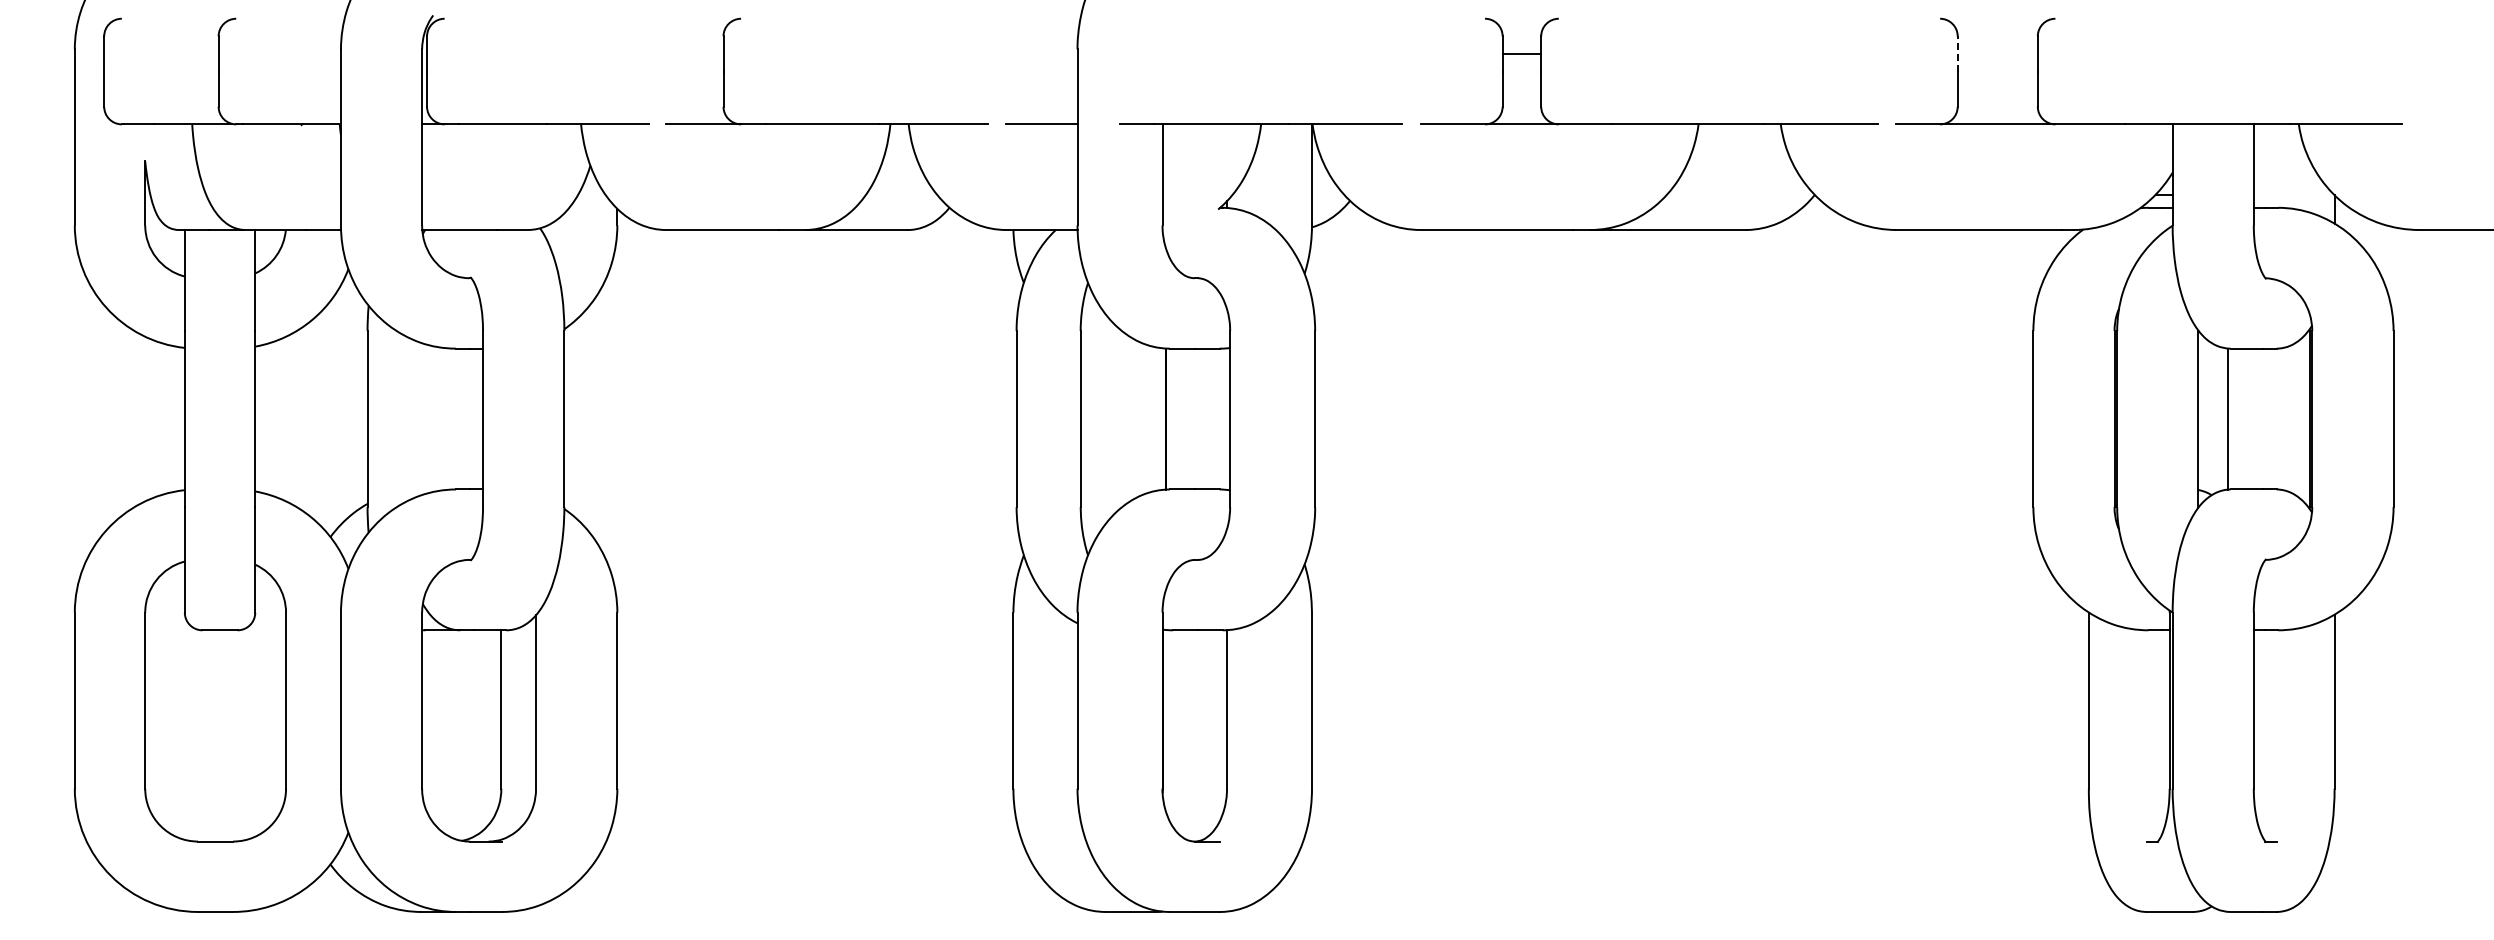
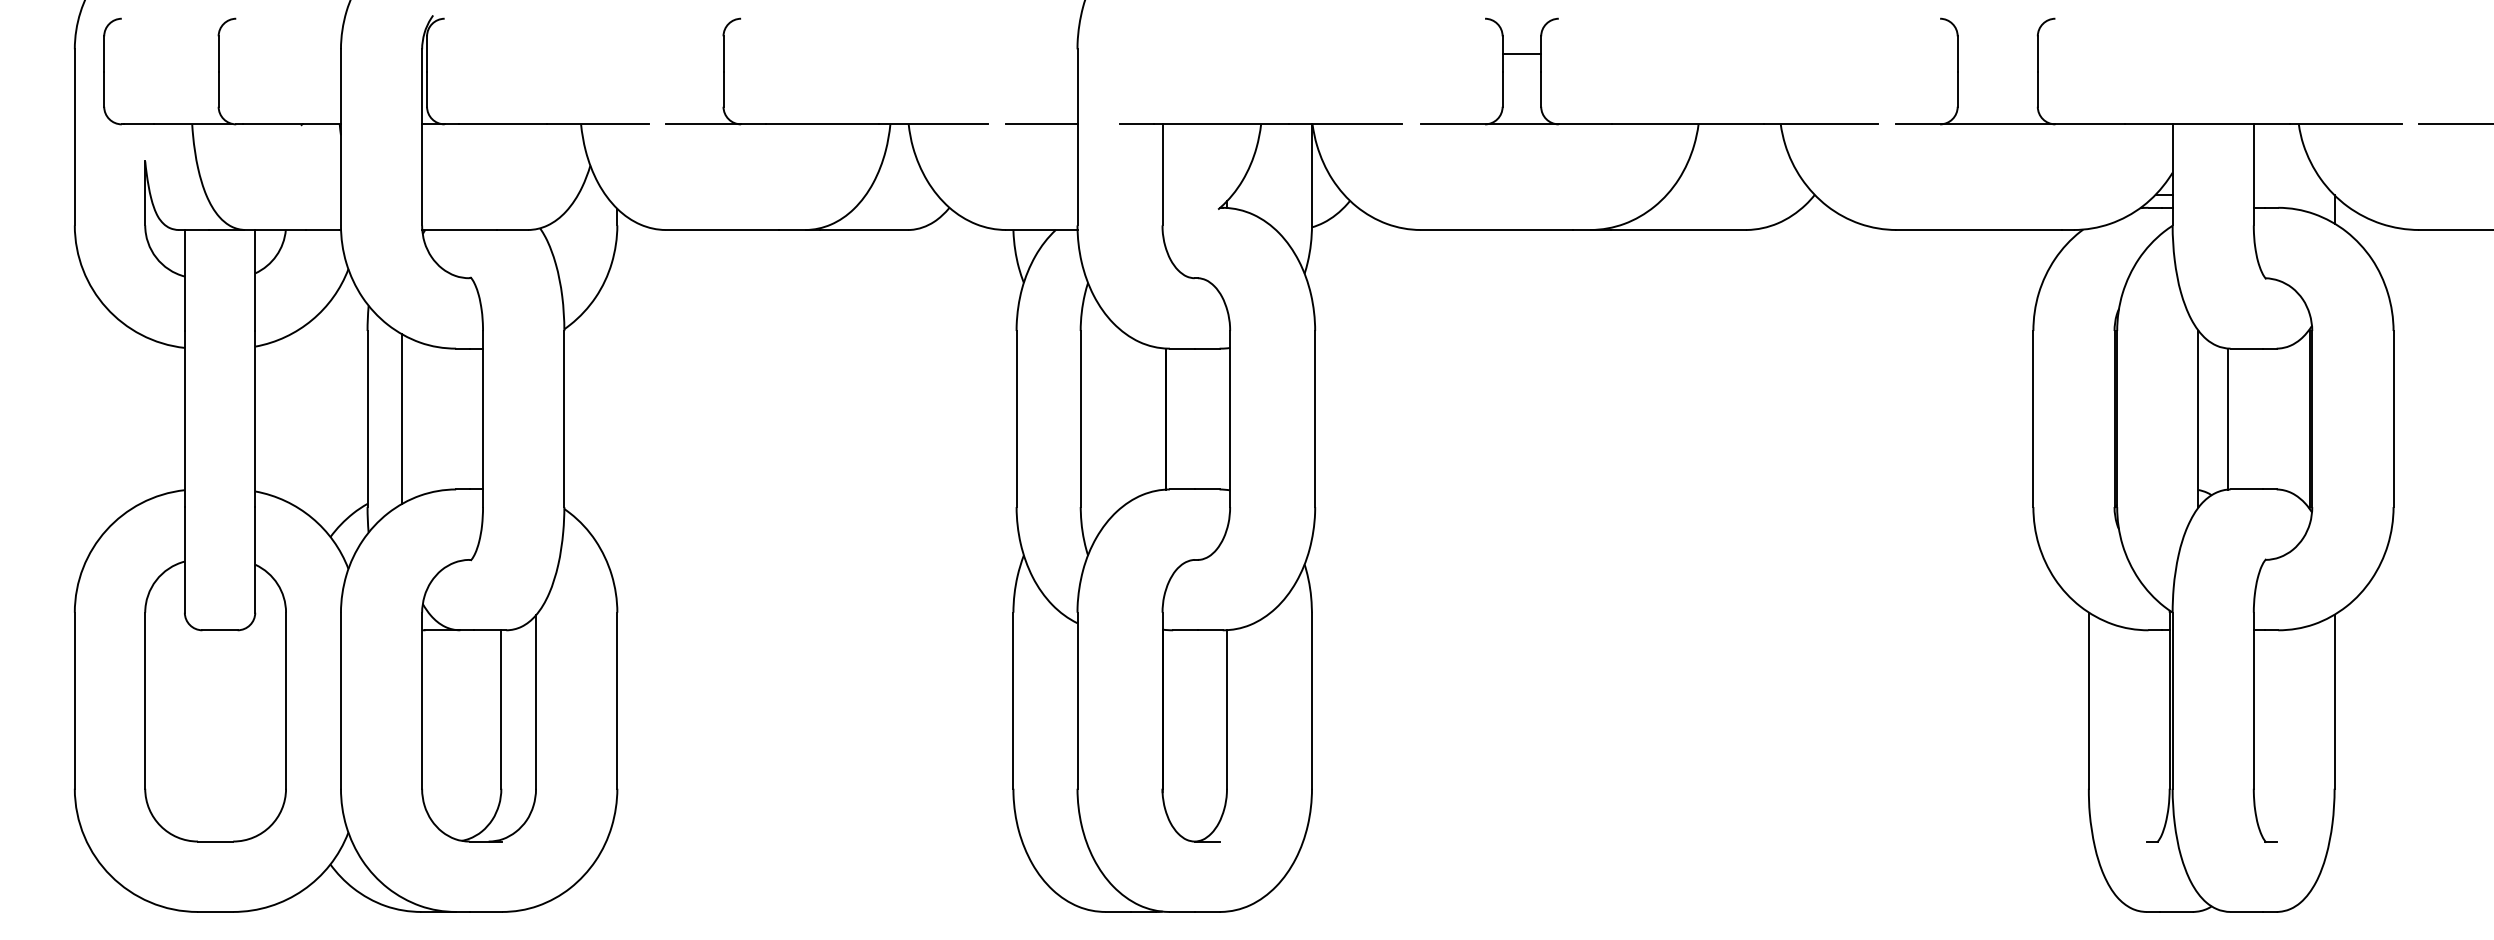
line at (1957, 53): dashed -> solid
line at (2454, 124): none -> present
line at (402, 418): none -> present
